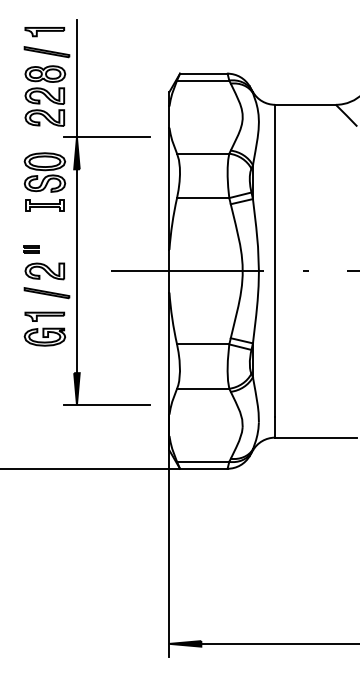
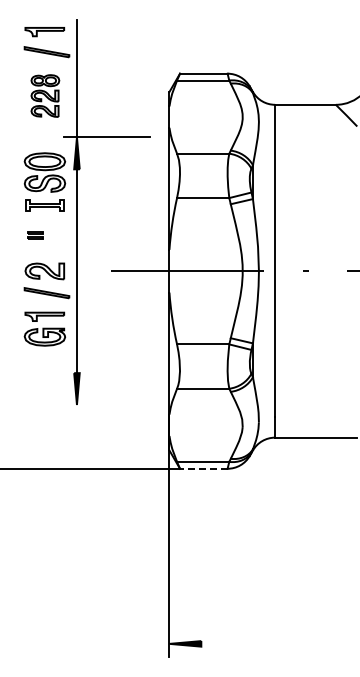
part at (45, 95) size: 43x62 px -> 31x44 px
part at (31, 249) position: (31, 249) -> (35, 235)
line at (106, 405): present -> none
line at (203, 468): solid -> dashed
line at (278, 643): present -> none
